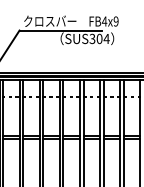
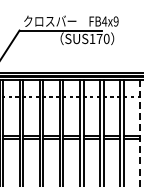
text at (99, 38): SUS304 -> SUS170
line at (140, 133): solid -> dashed
